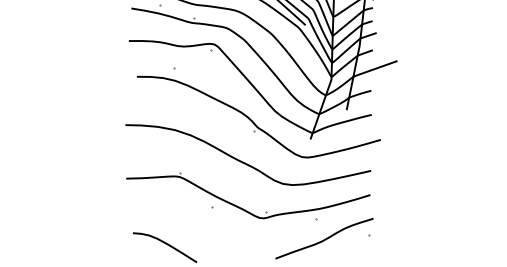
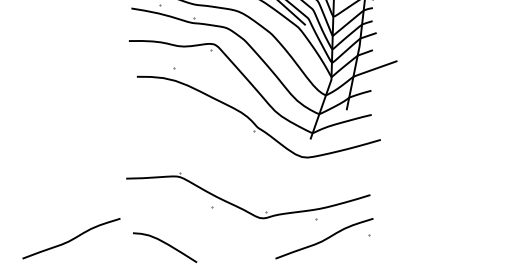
curve at (245, 162): present -> none
curve at (72, 238): none -> present
